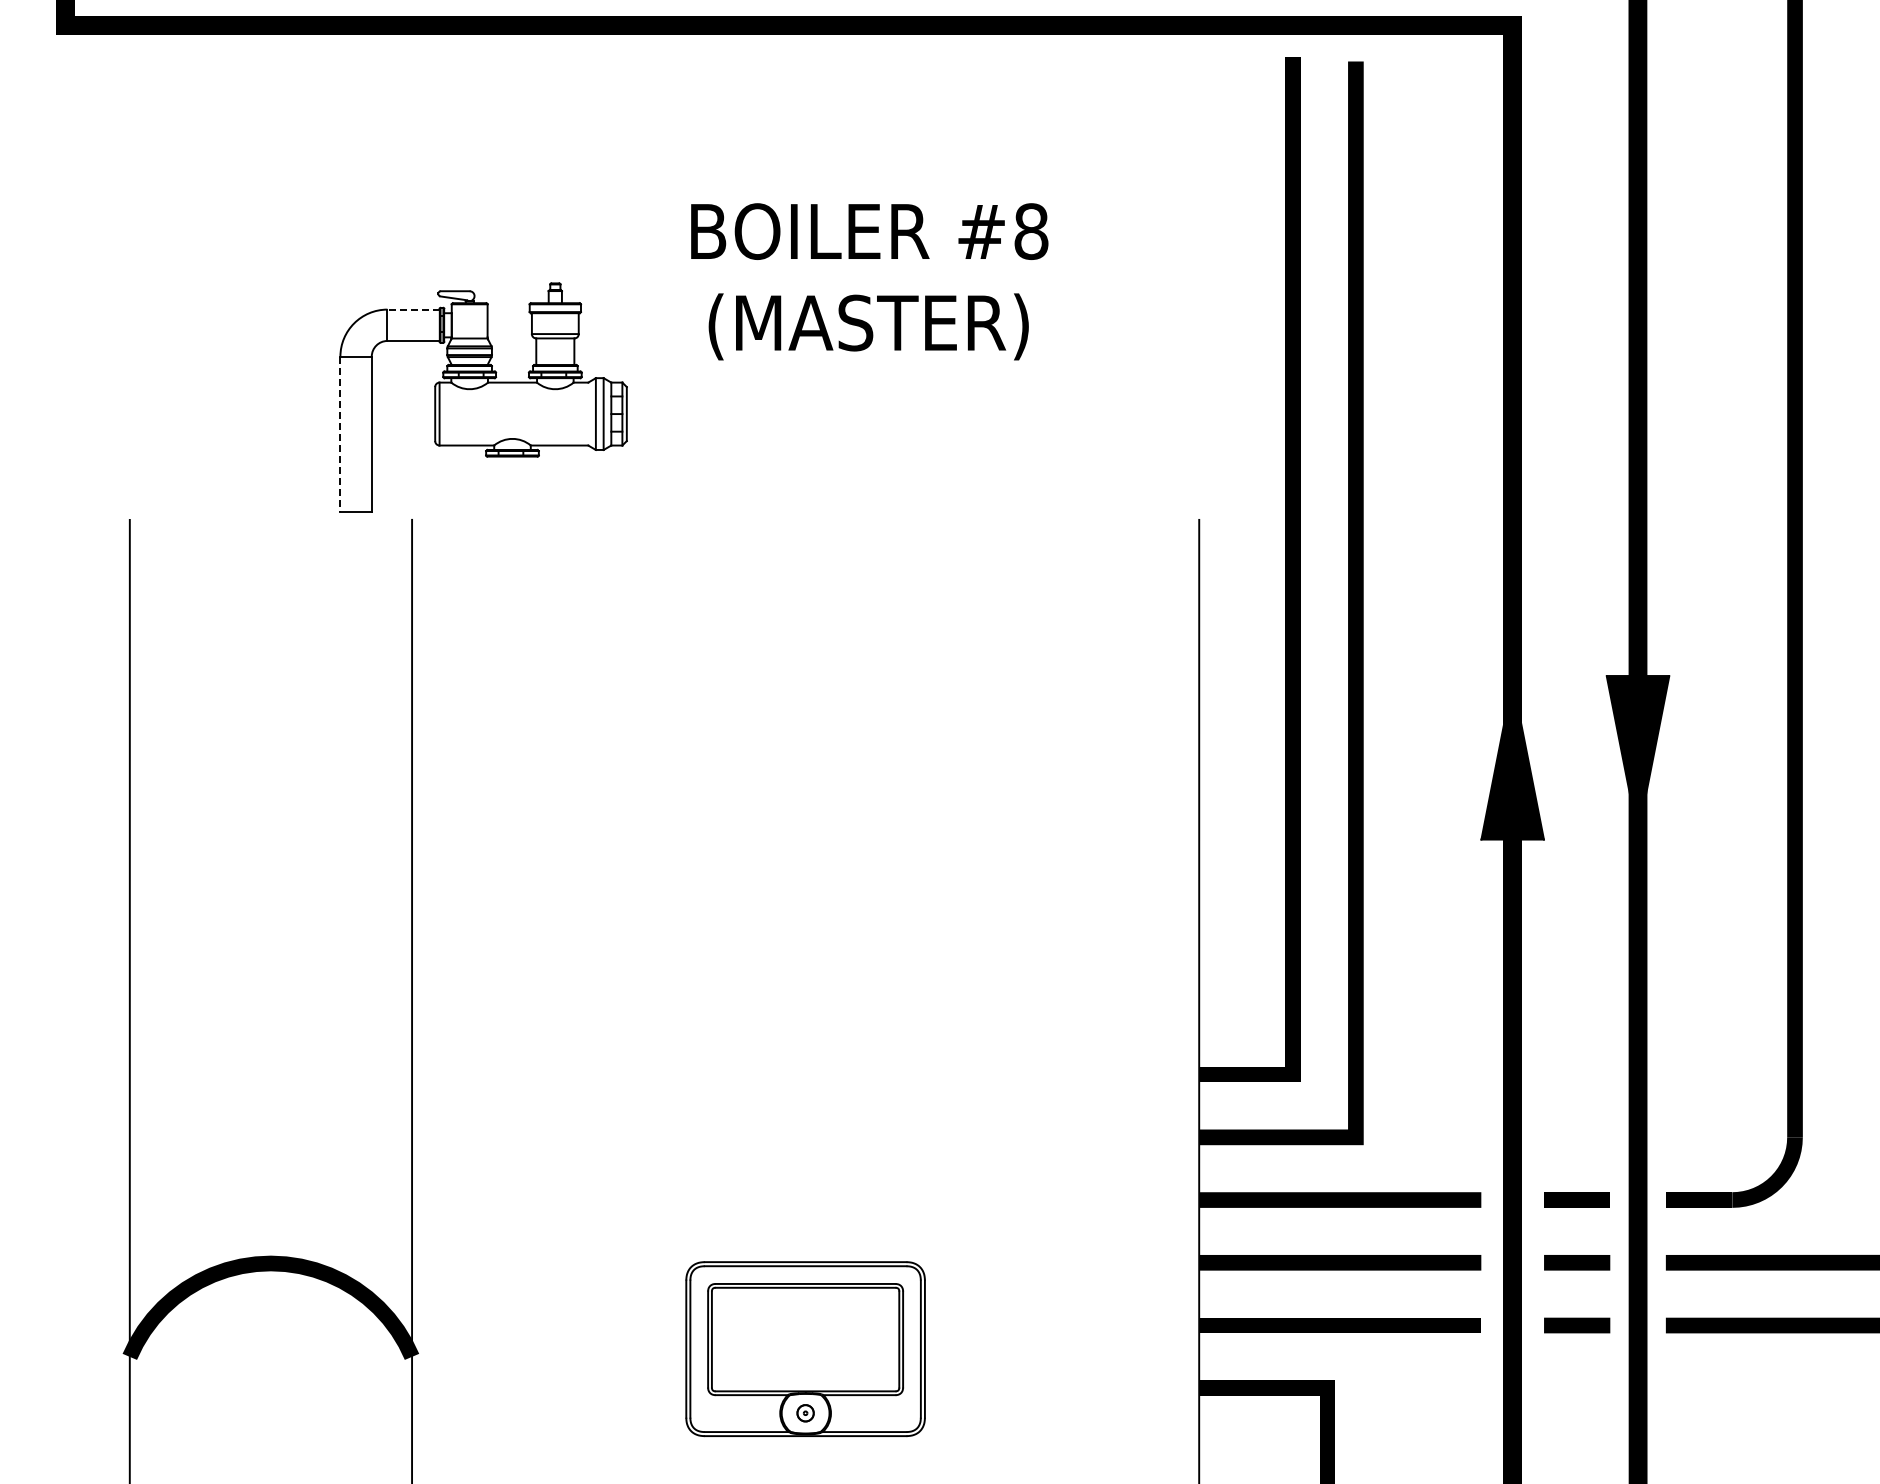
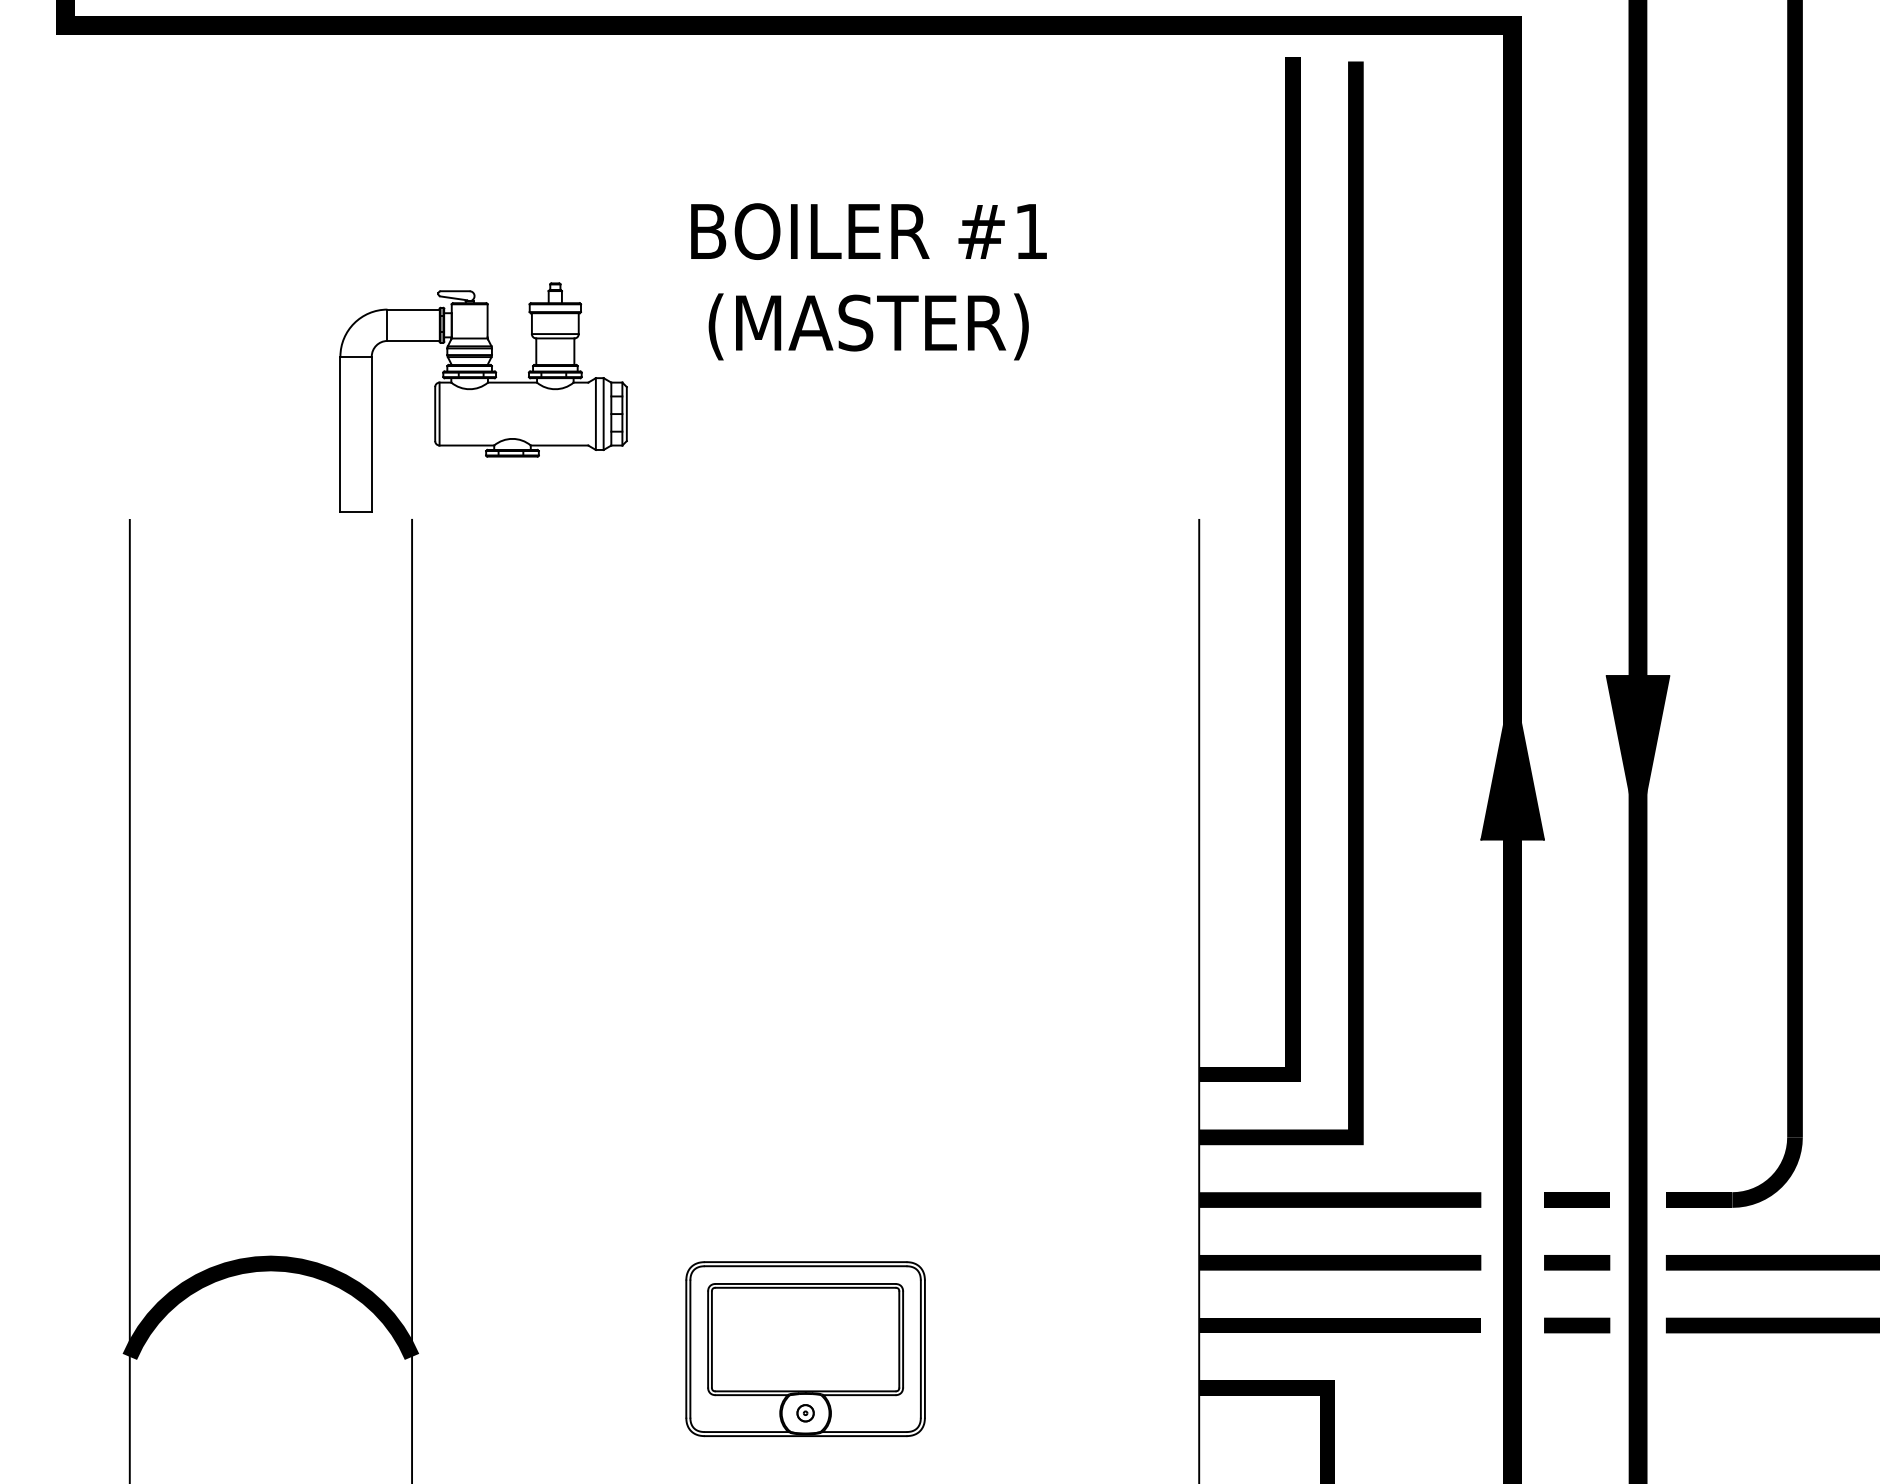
text at (1031, 231): #8 -> #1
line at (413, 309): dashed -> solid
line at (340, 434): dashed -> solid
